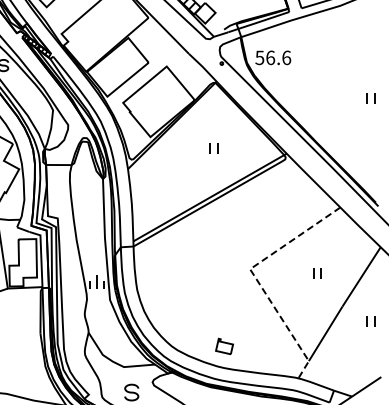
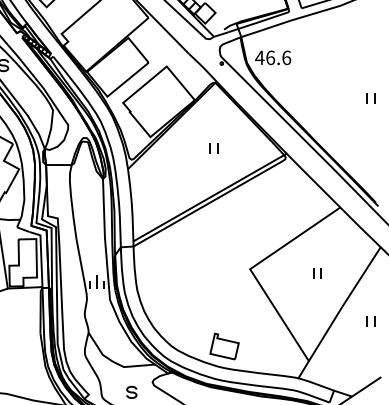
text at (259, 57): 56.6 -> 46.6
line at (255, 278): dashed -> solid
part at (224, 346) size: 19x19 px -> 31x29 px
part at (131, 392) size: 16x19 px -> 12x14 px
